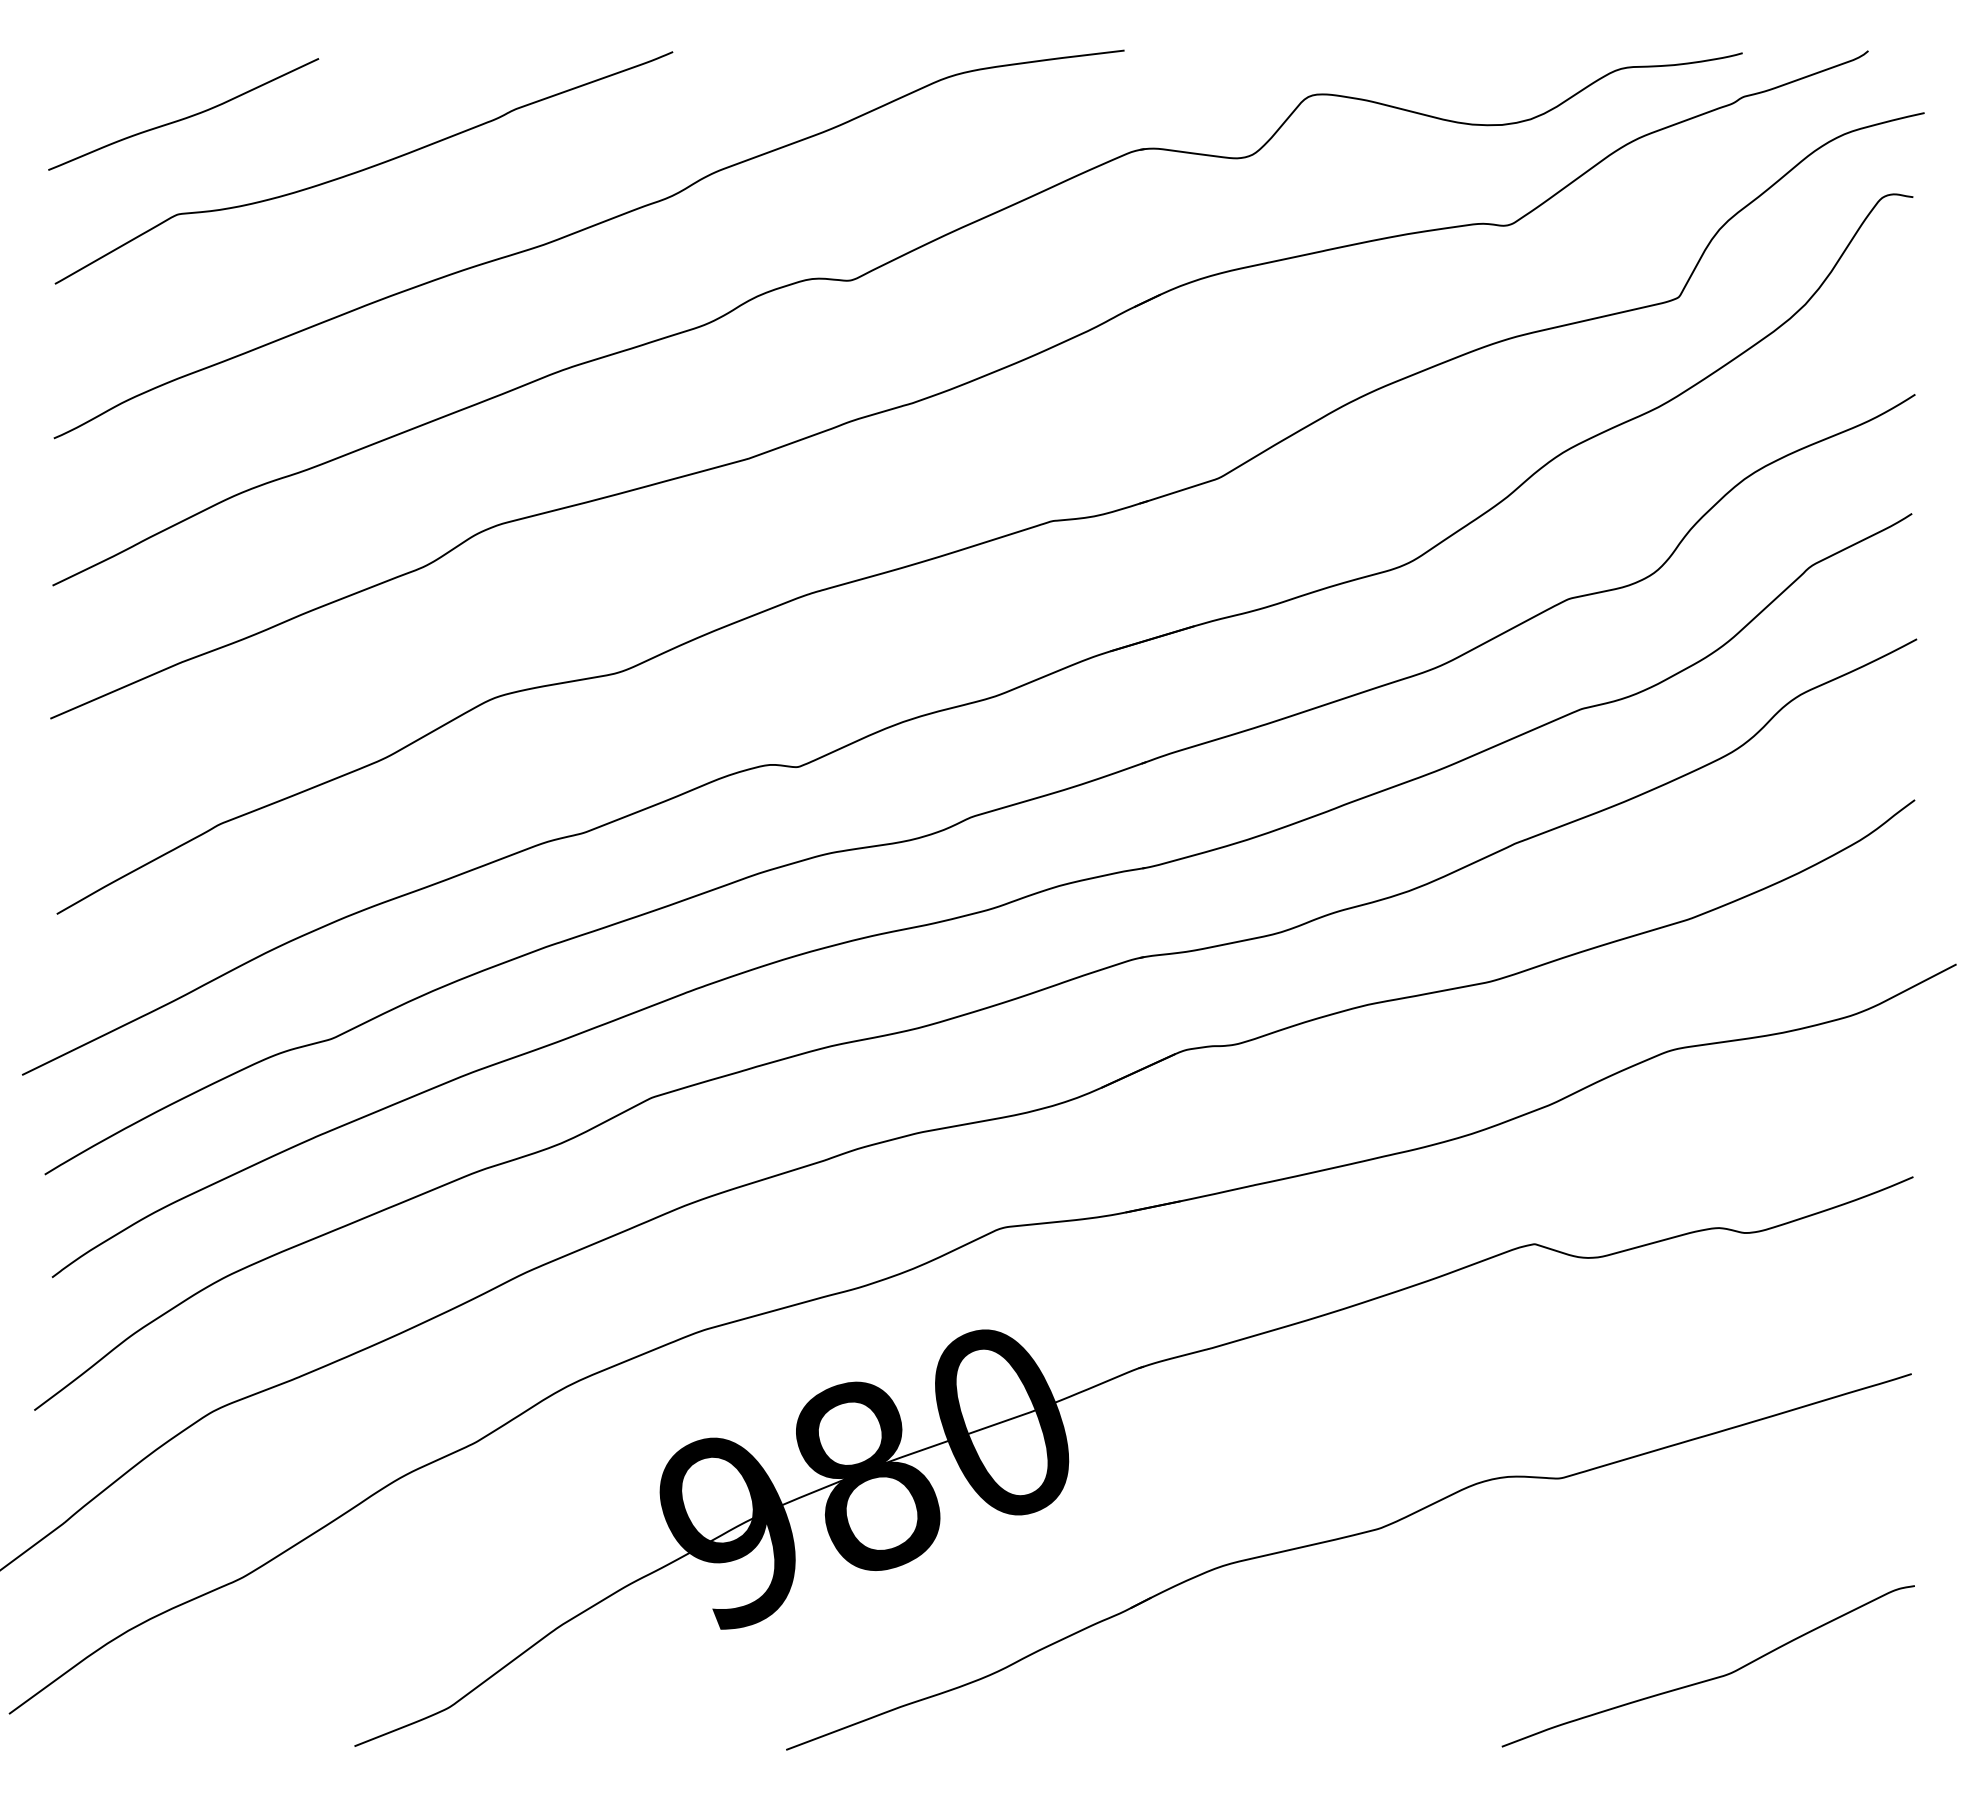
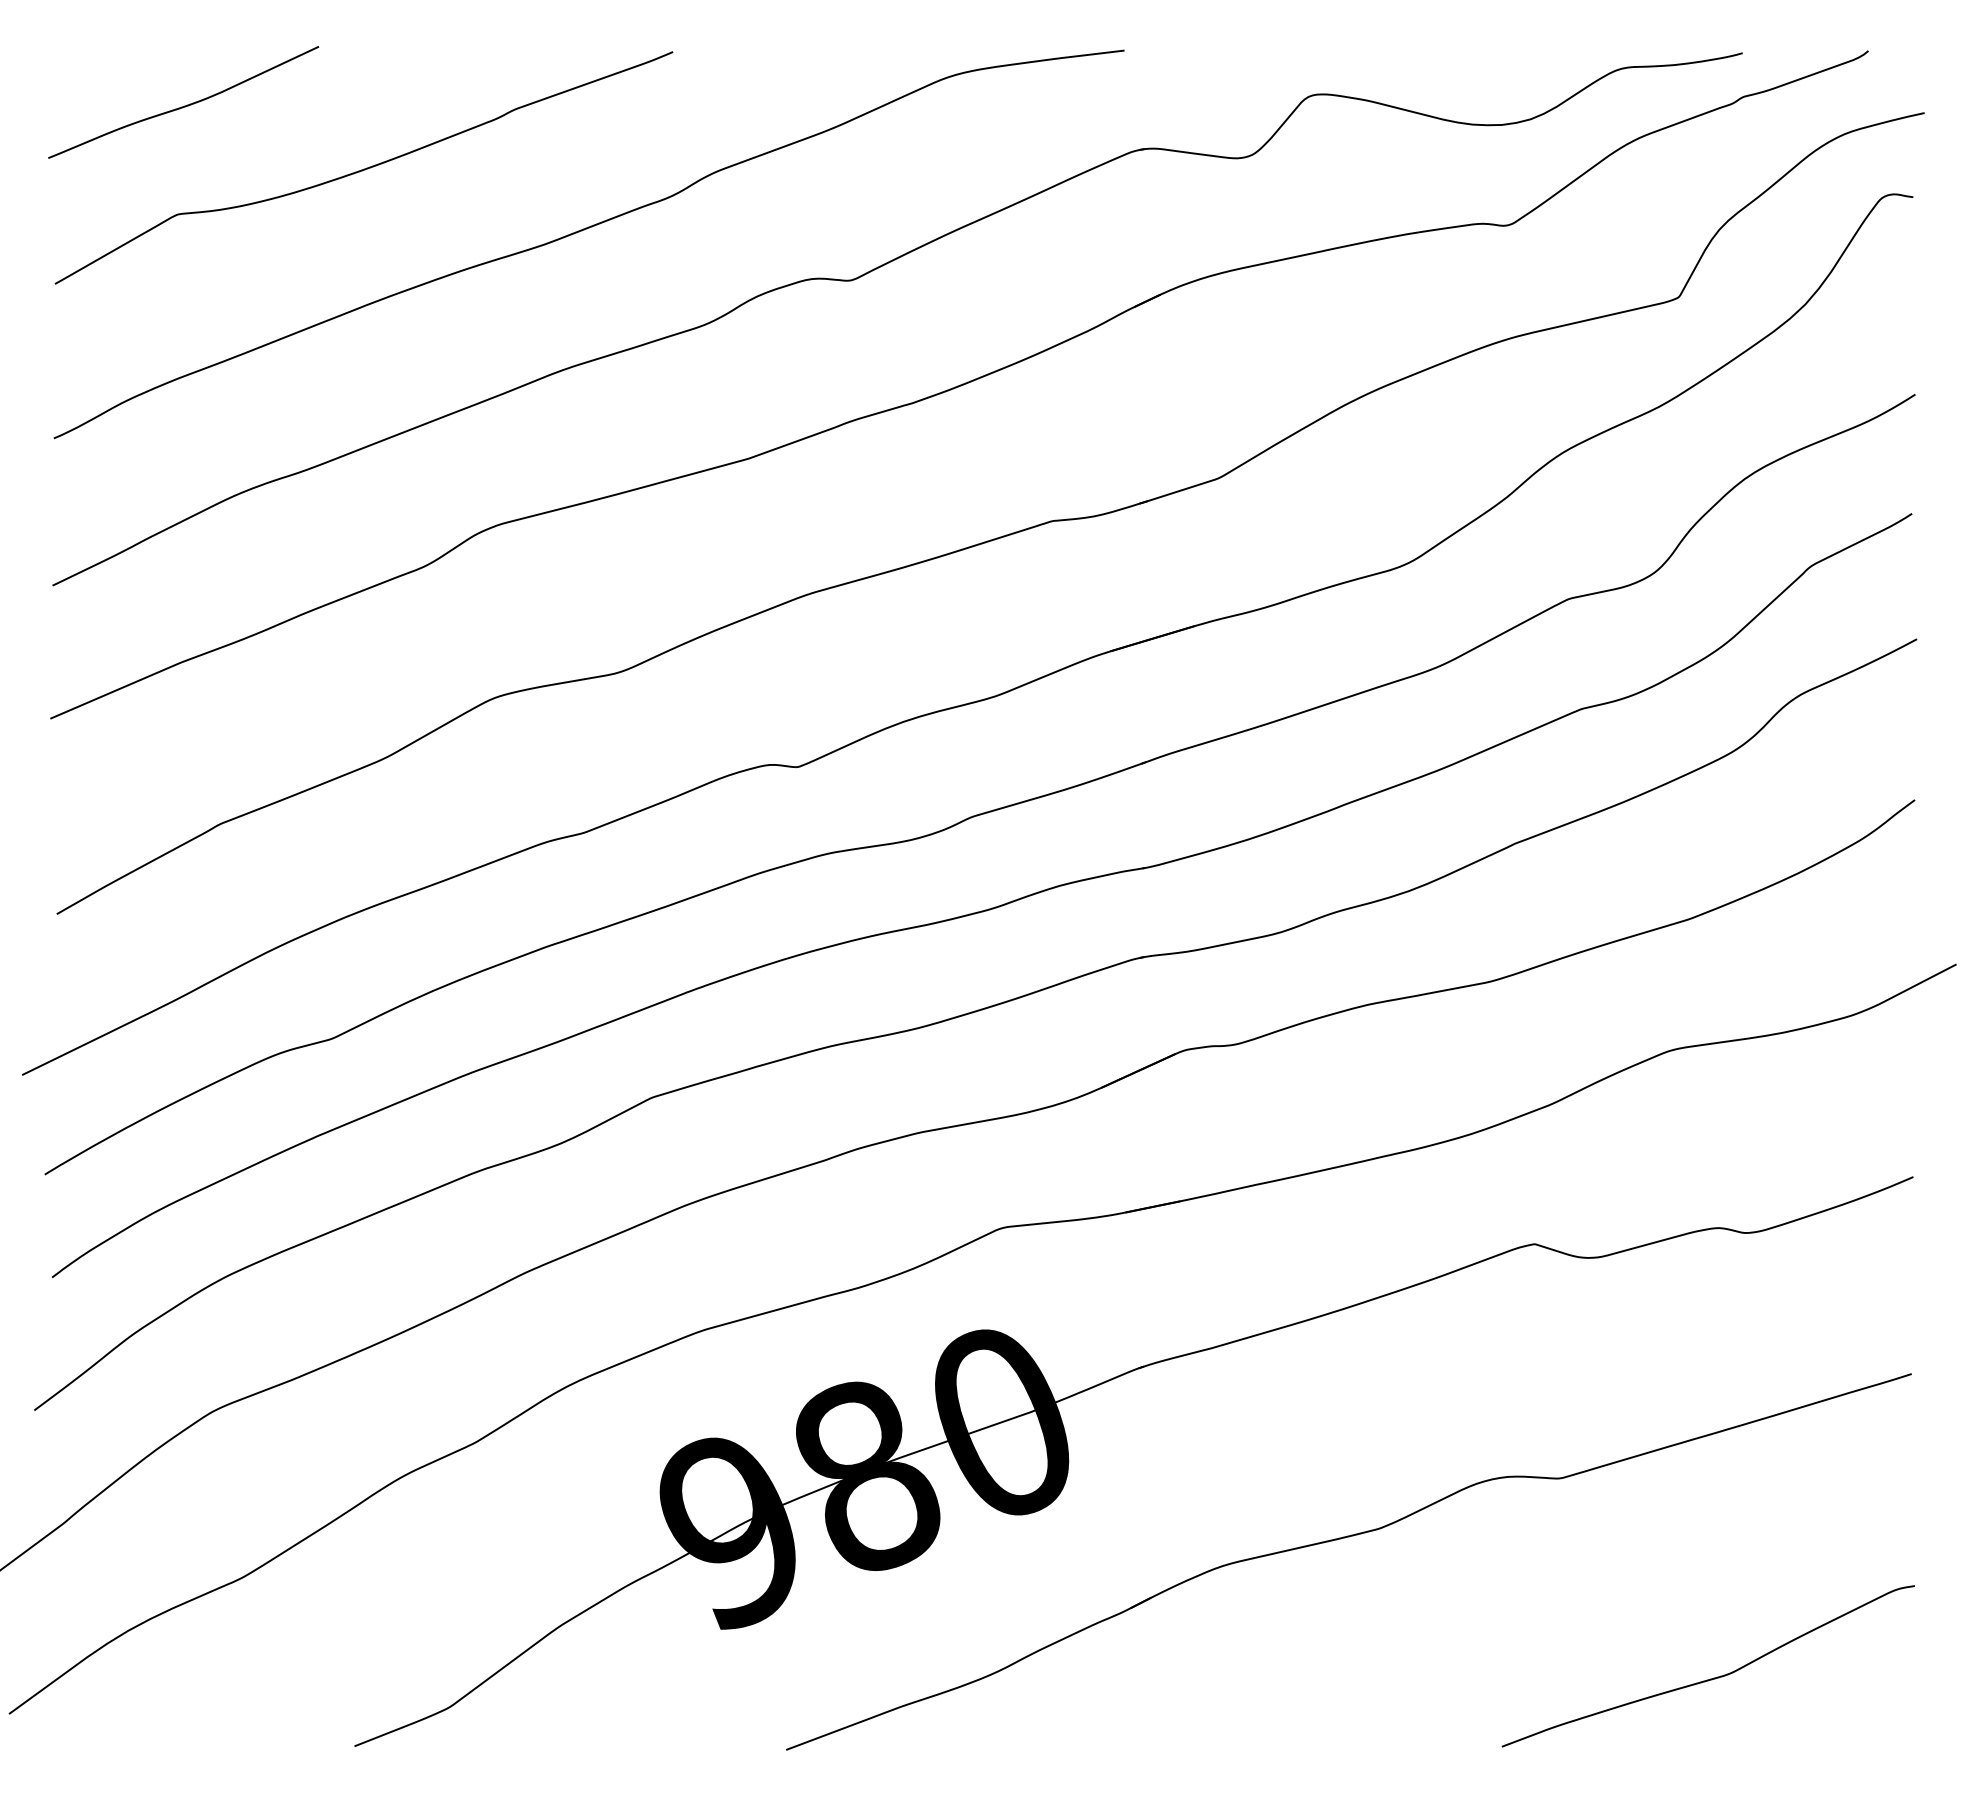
curve at (184, 117) position: (184, 117) -> (184, 105)
